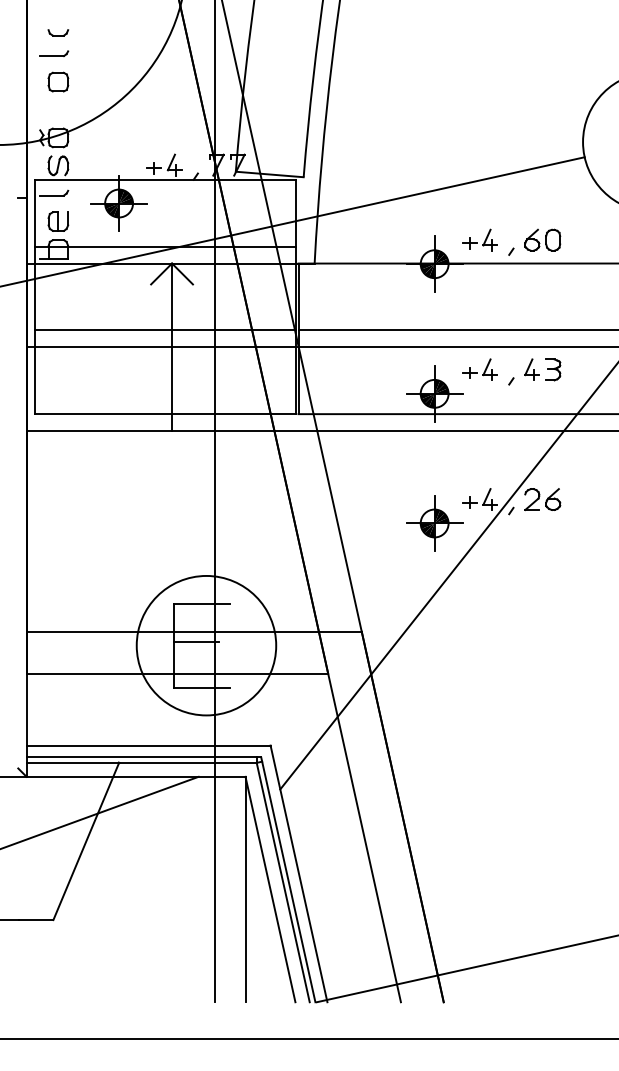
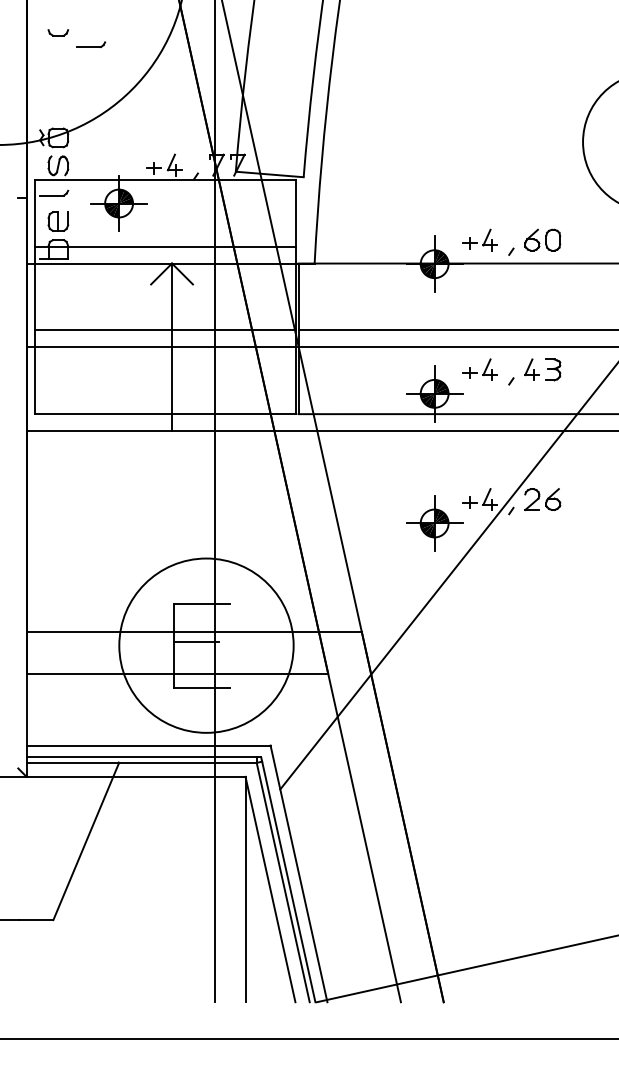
part at (54, 53) position: (54, 53) -> (91, 44)
part at (58, 81): present -> none
line at (293, 221): present -> none
circle at (206, 645) diameter: 139 px -> 174 px
line at (100, 812): present -> none
